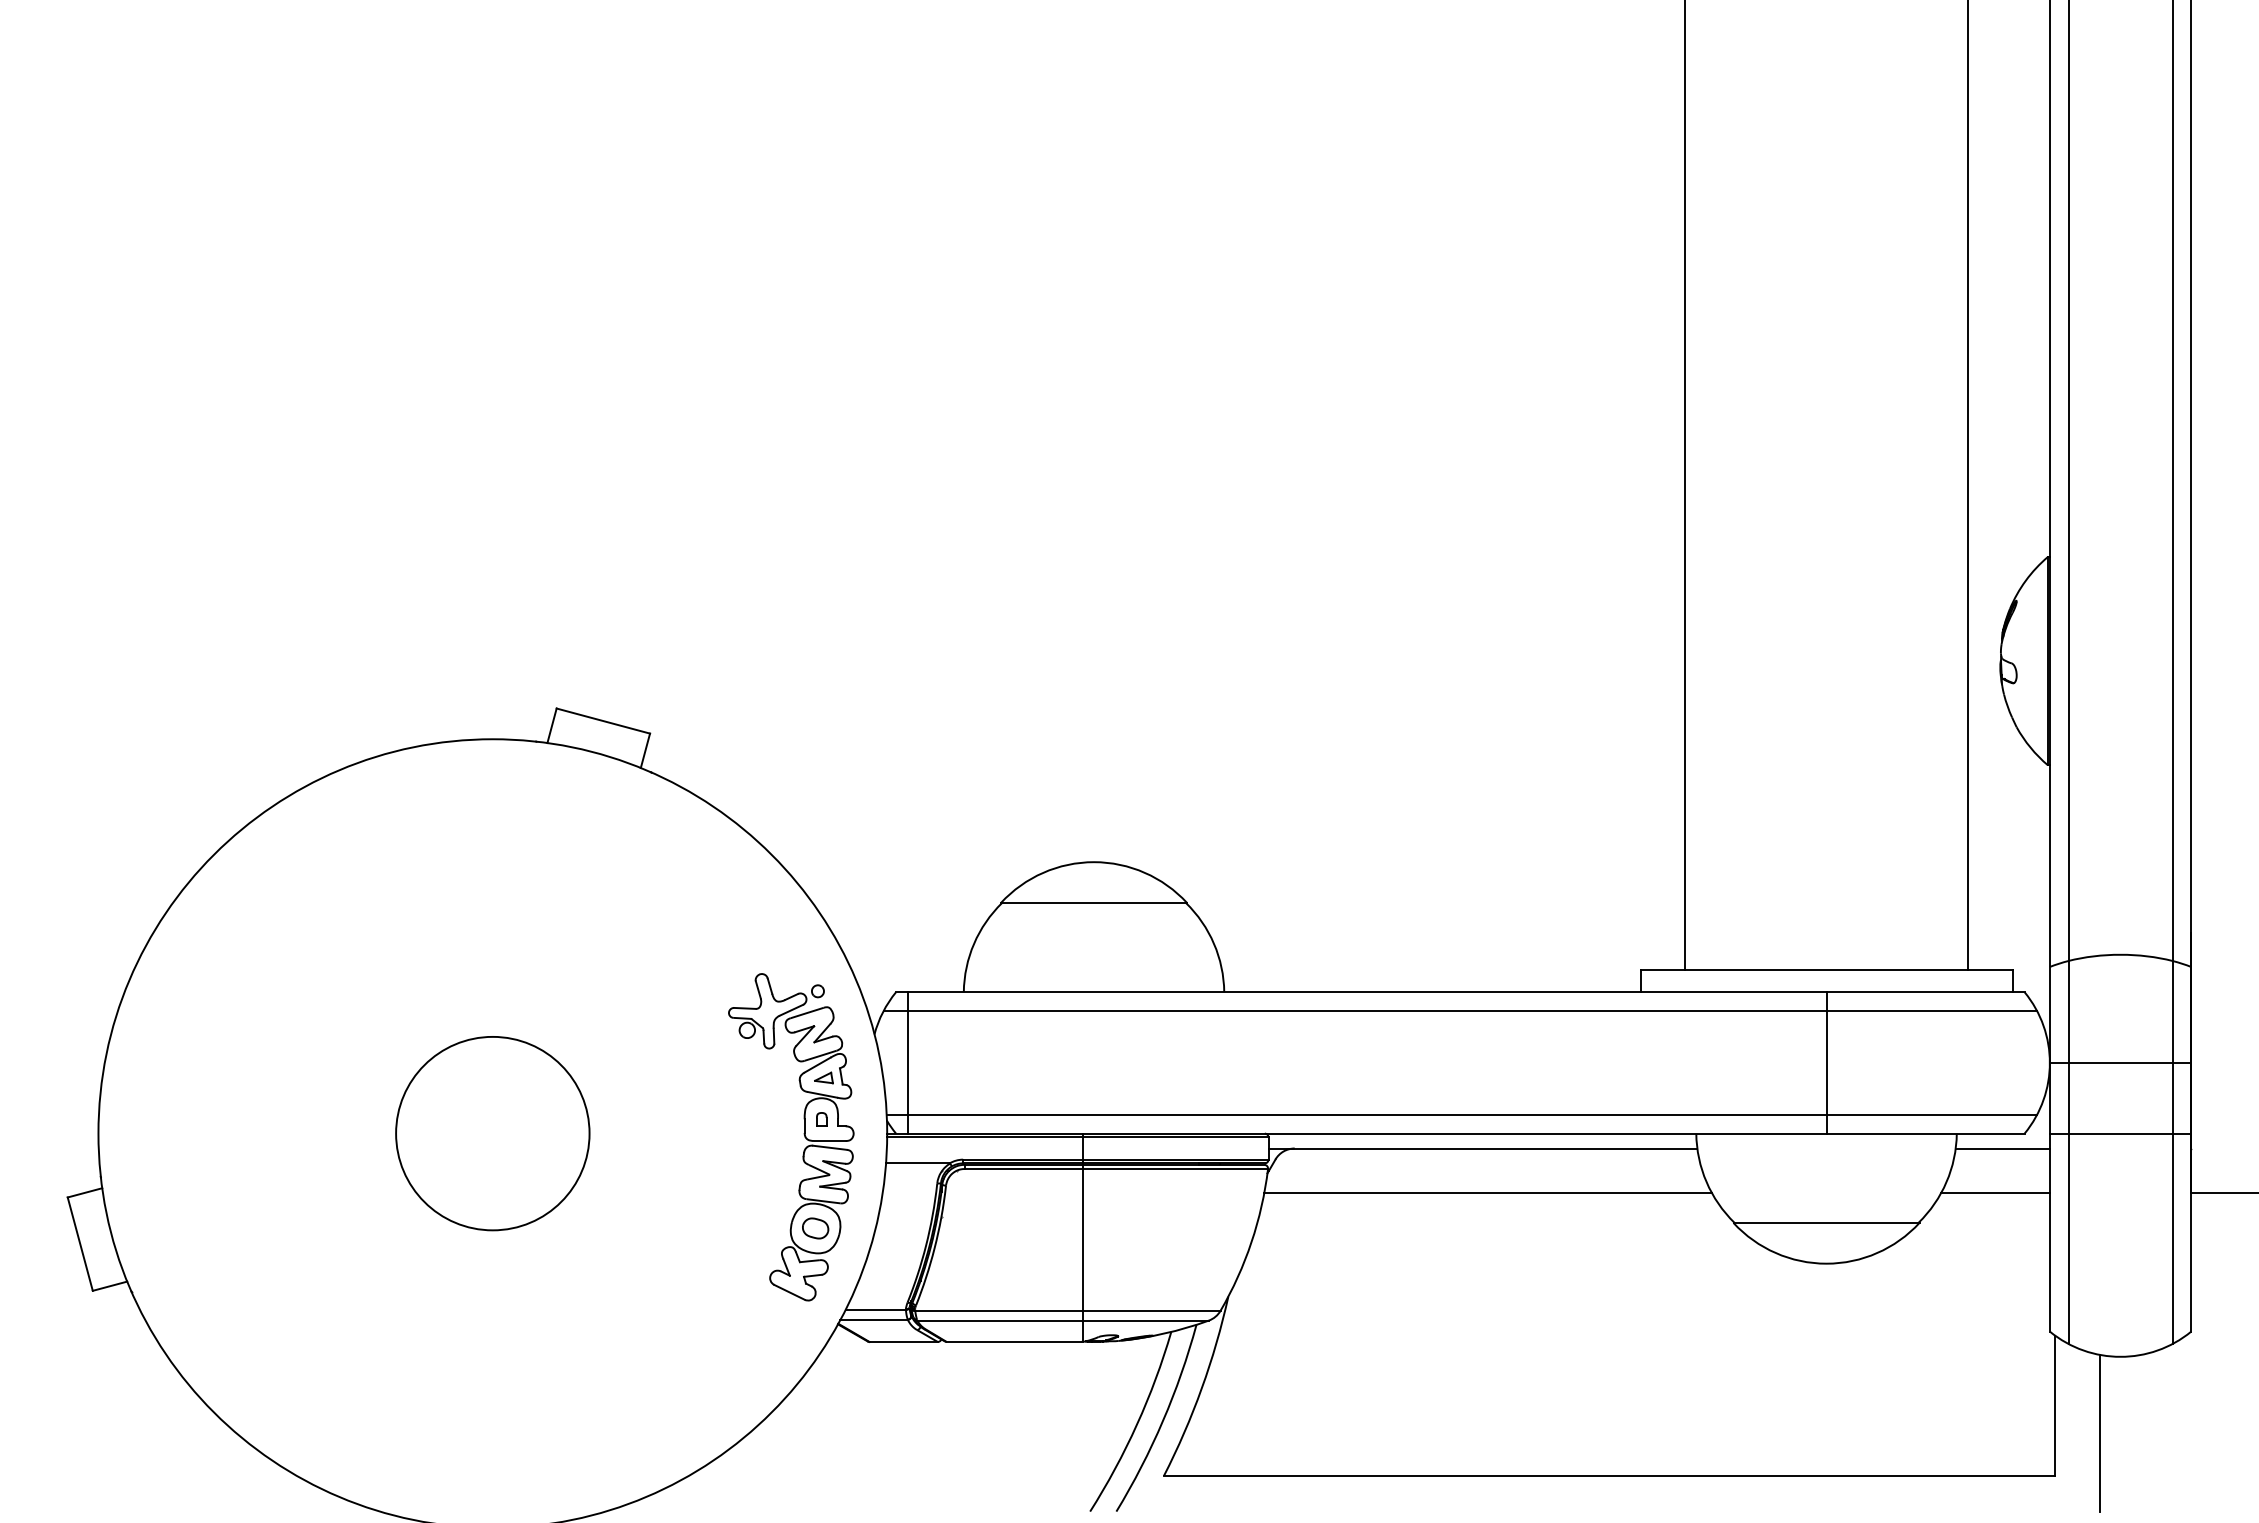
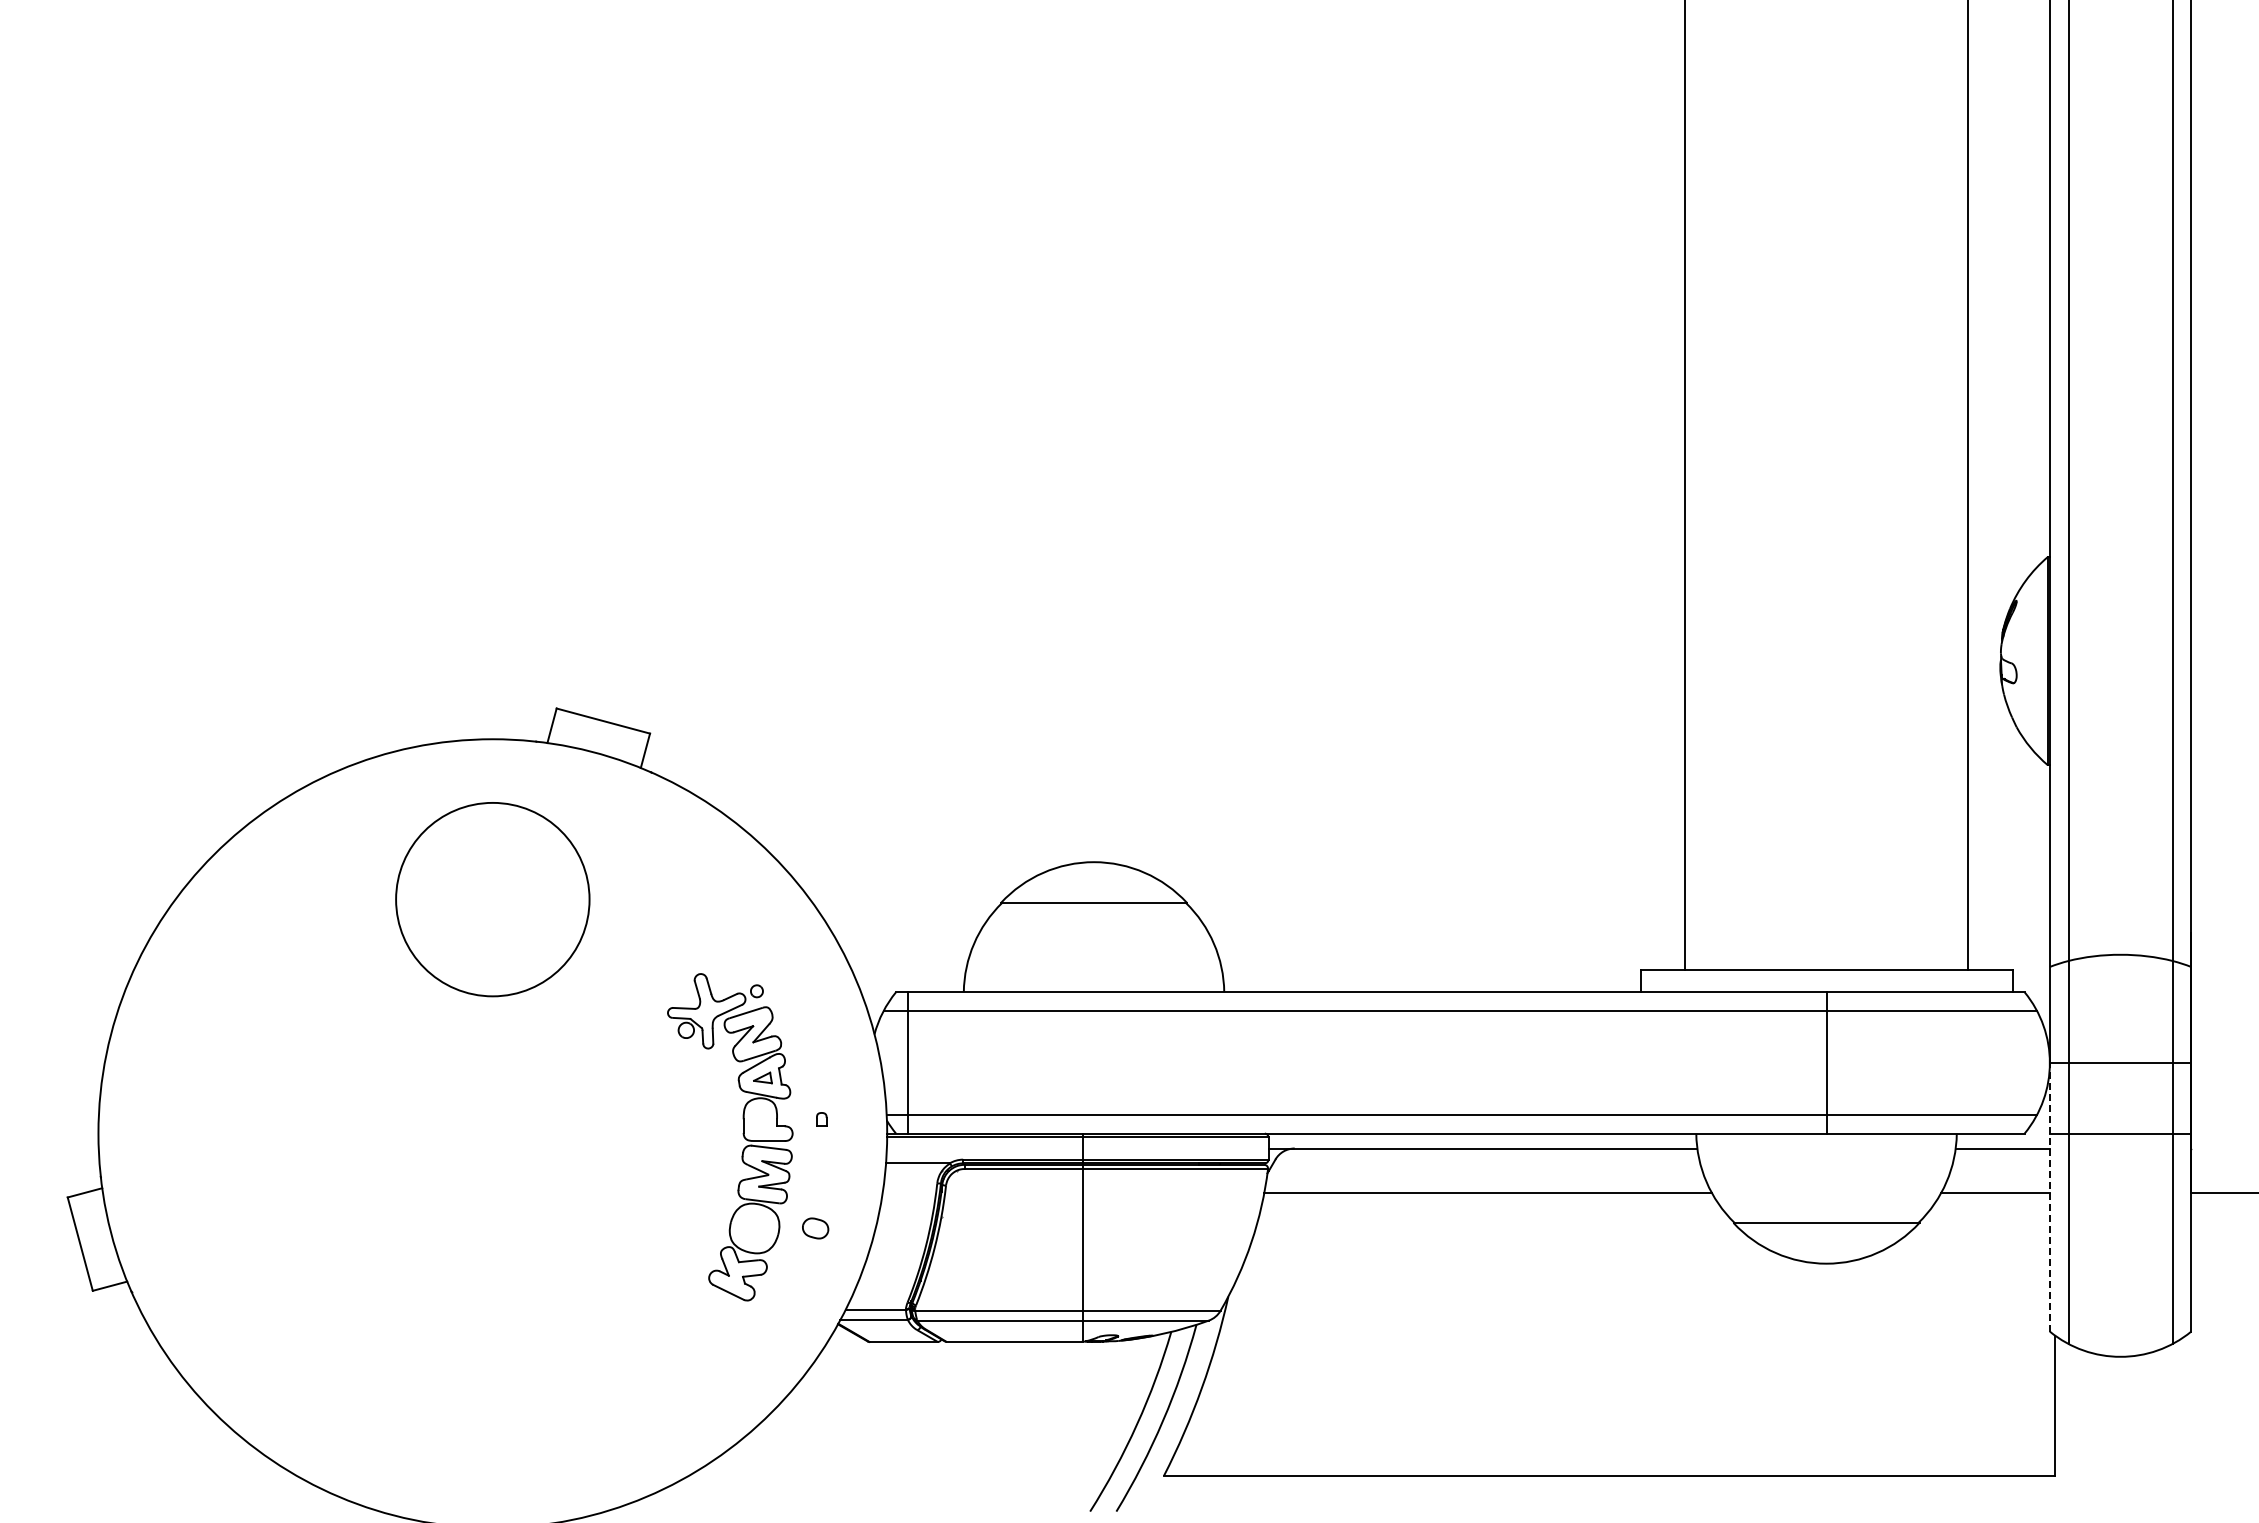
circle at (492, 1133) position: (492, 1133) -> (492, 899)
part at (803, 1134) position: (803, 1134) -> (742, 1134)
line at (2049, 1197): solid -> dashed
line at (2100, 1432): present -> none
